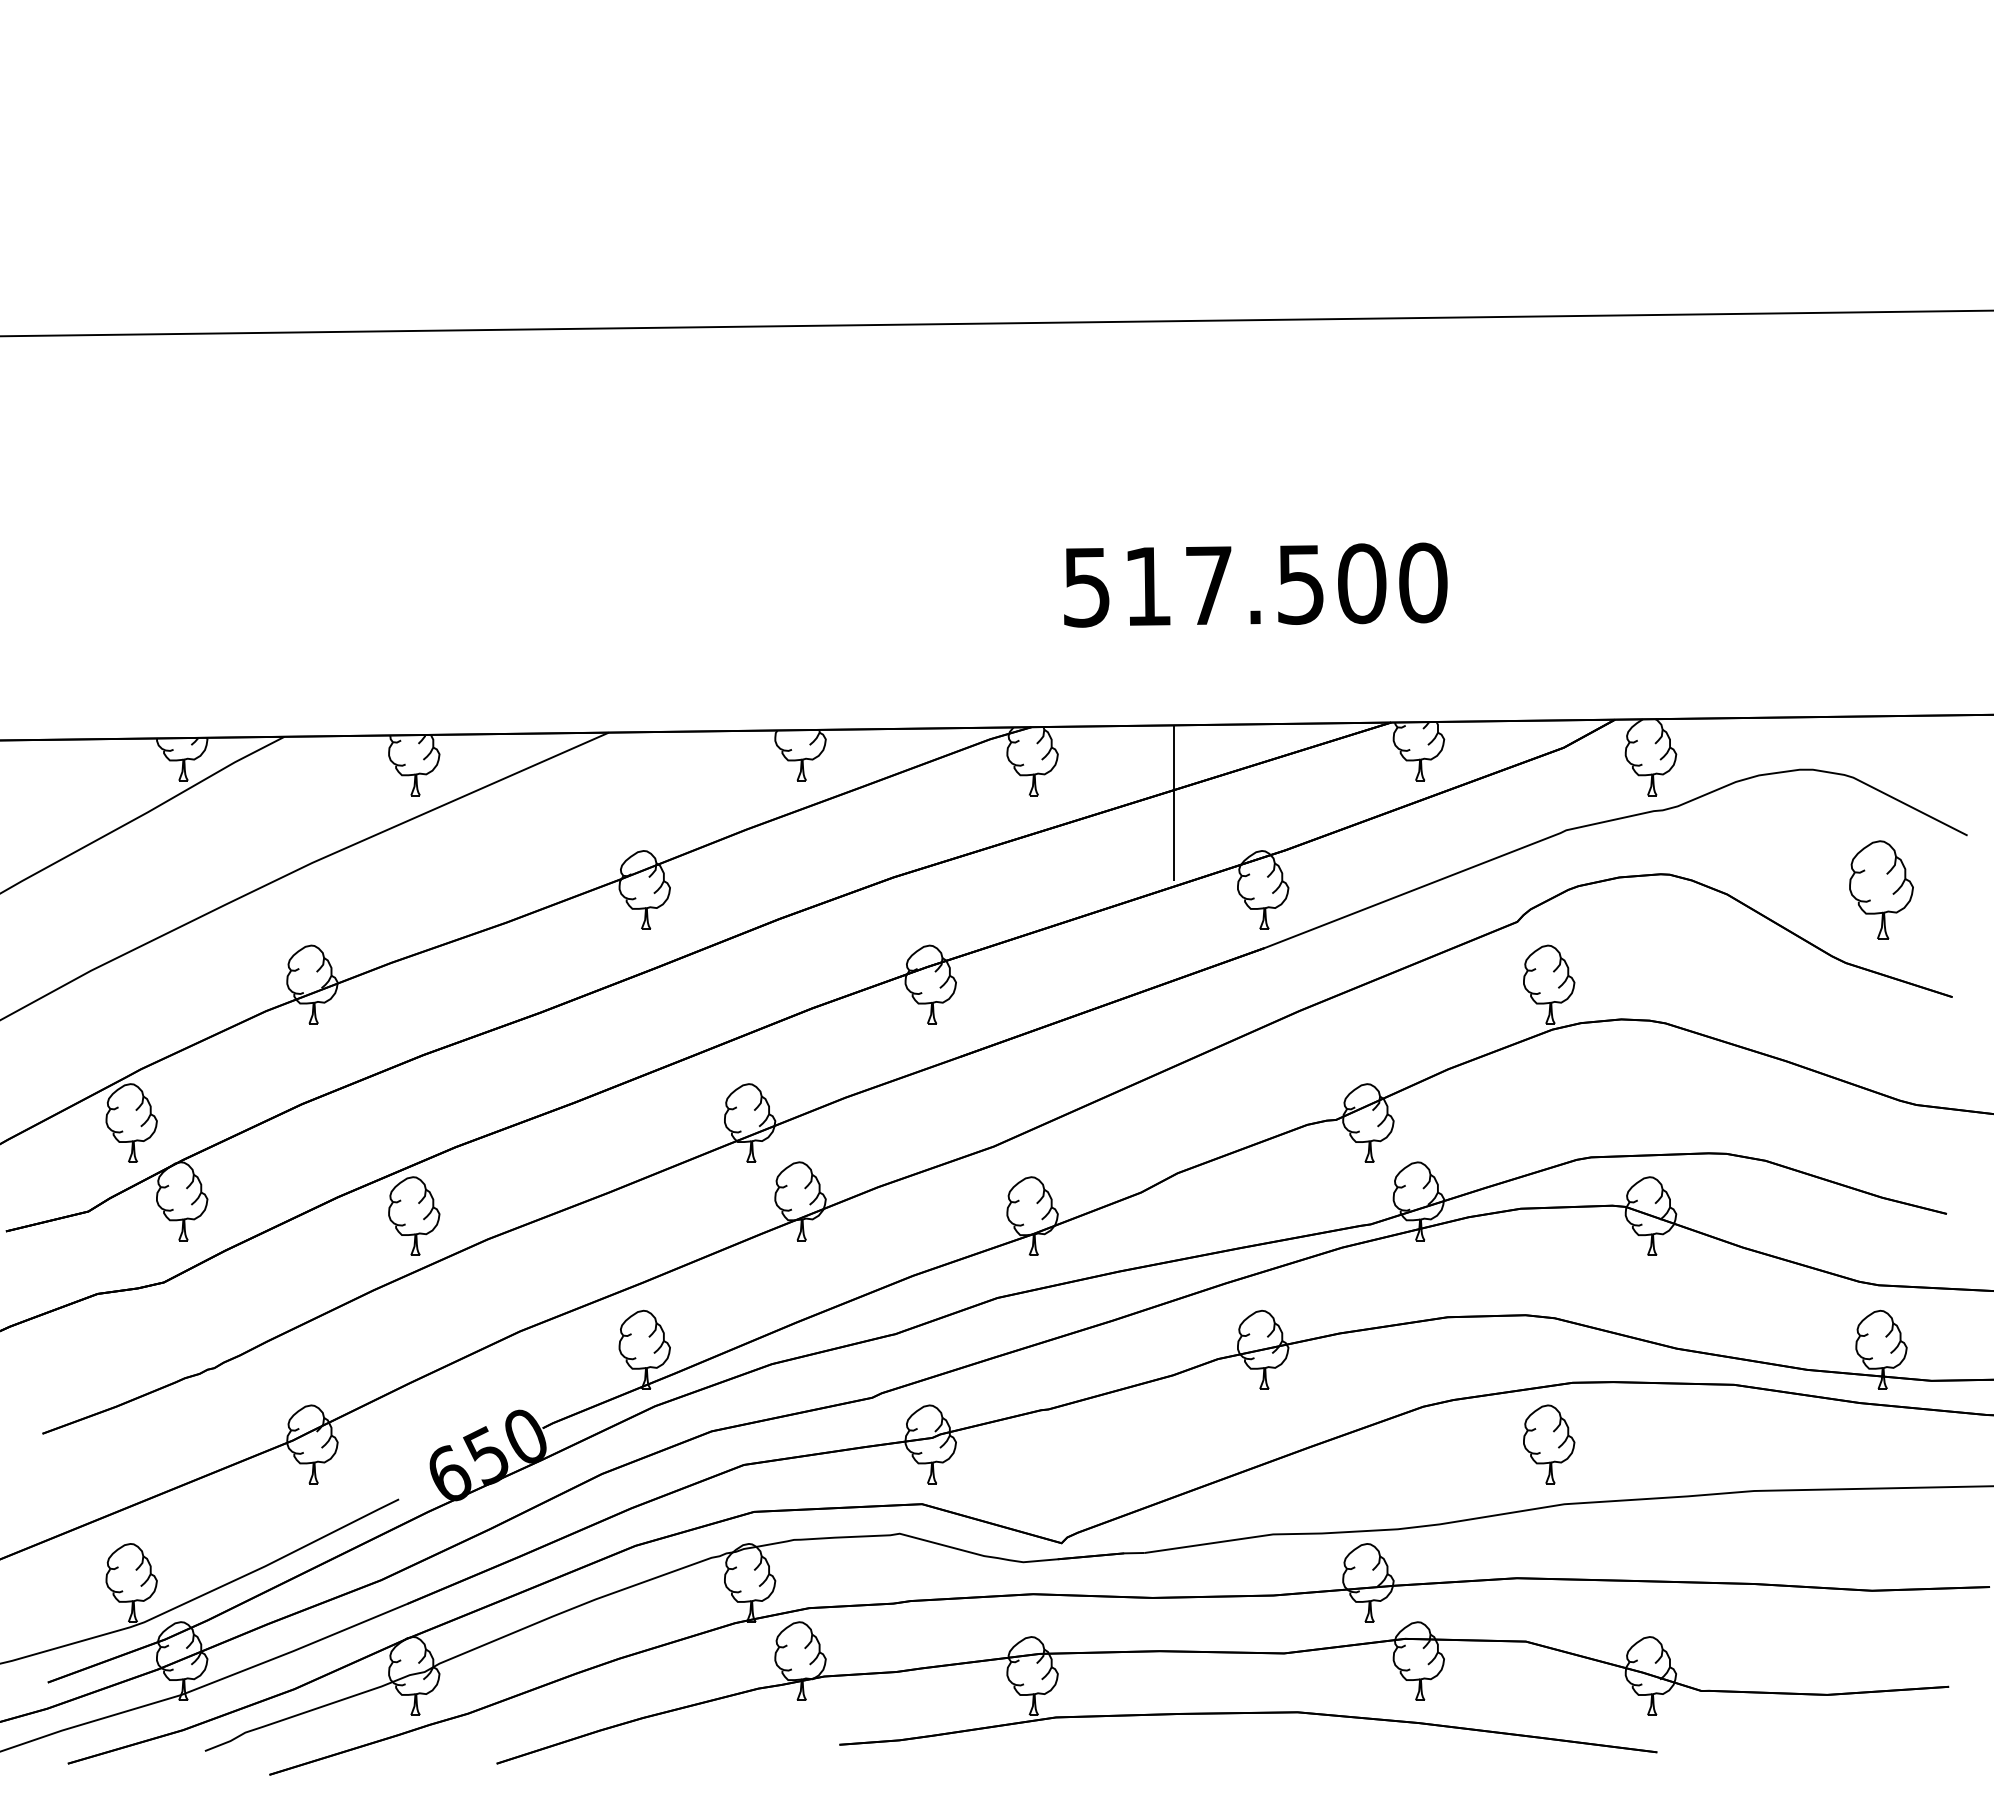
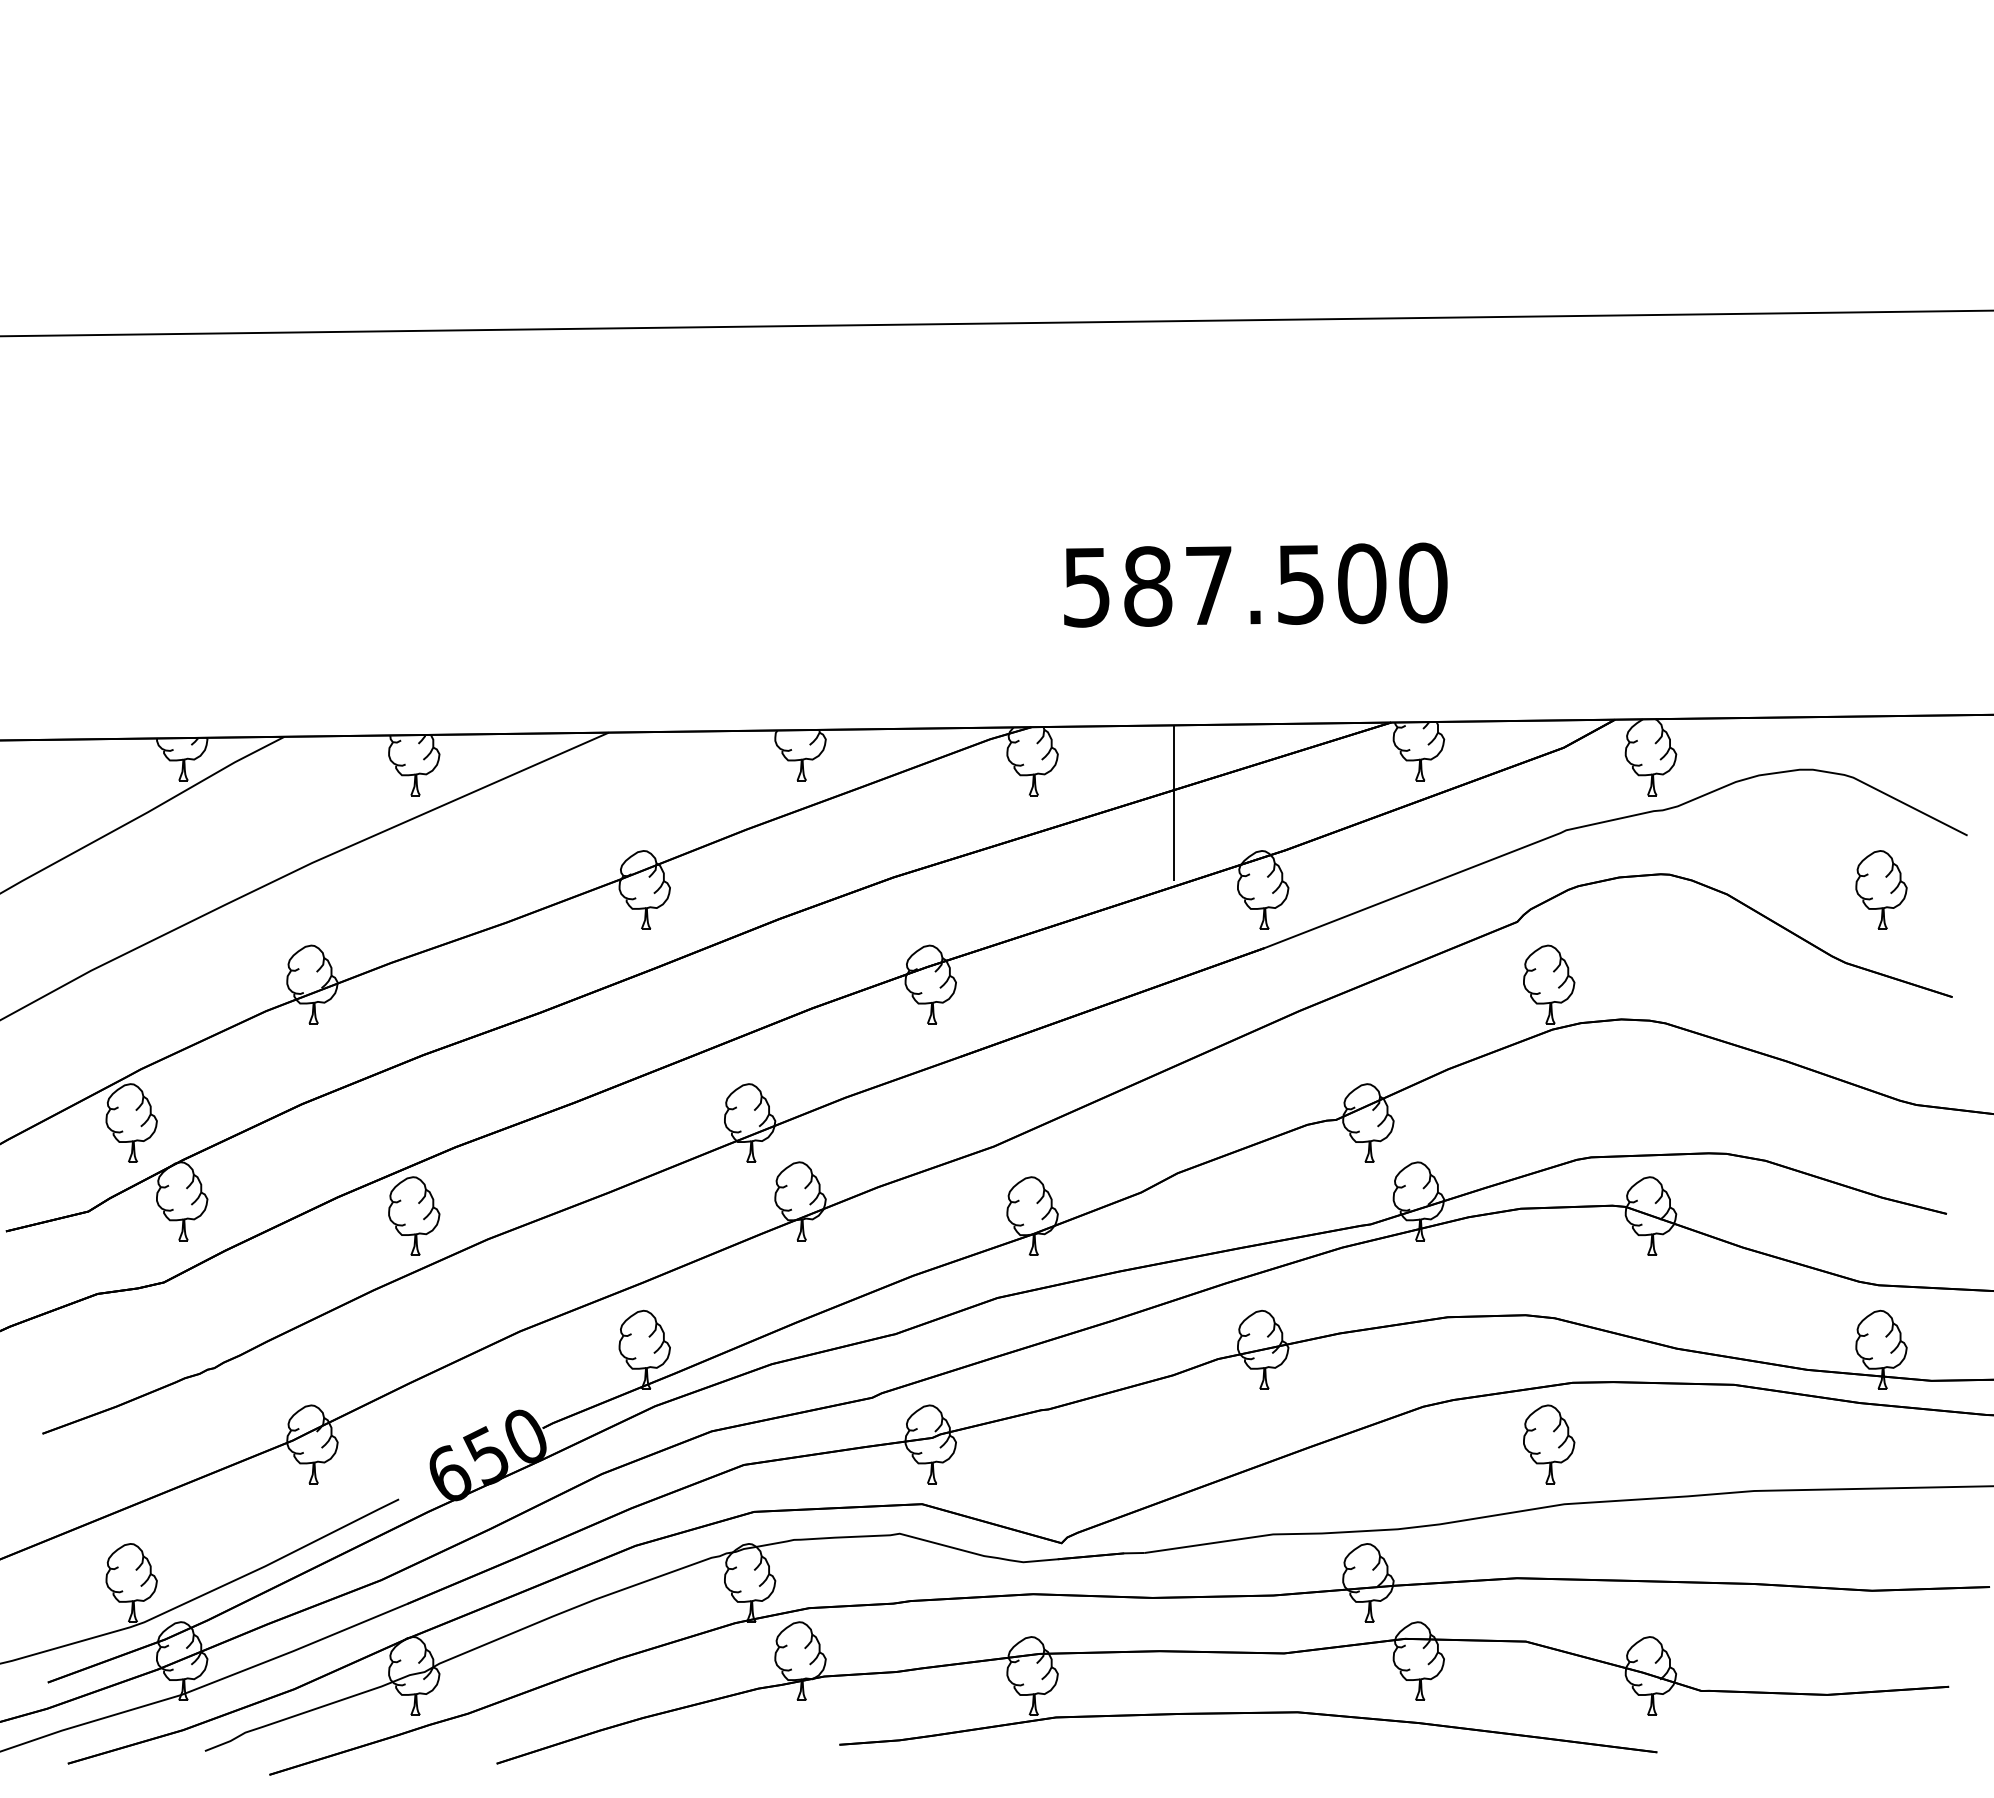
text at (1148, 586): 517.500 -> 587.500
part at (1881, 889) size: 65x100 px -> 53x80 px
